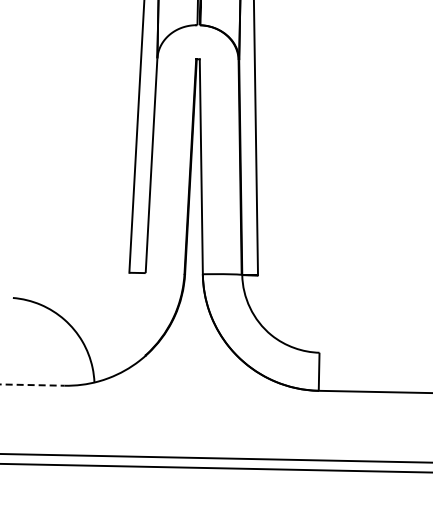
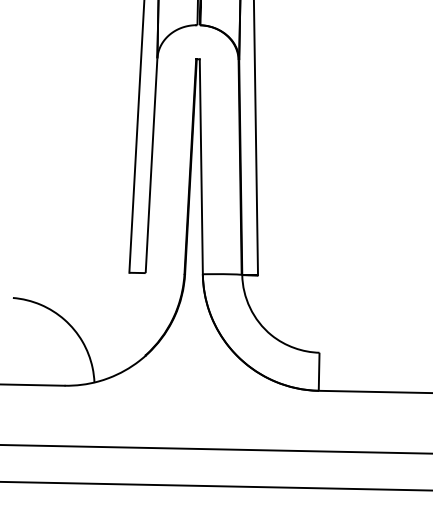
line at (32, 385): dashed -> solid
line at (215, 458) position: (215, 458) -> (215, 449)
line at (215, 467) position: (215, 467) -> (215, 485)
